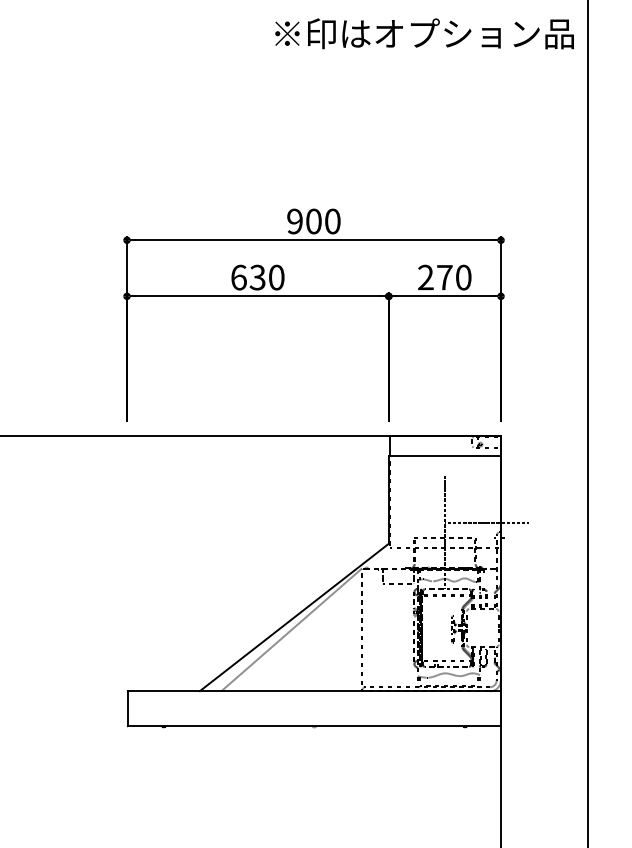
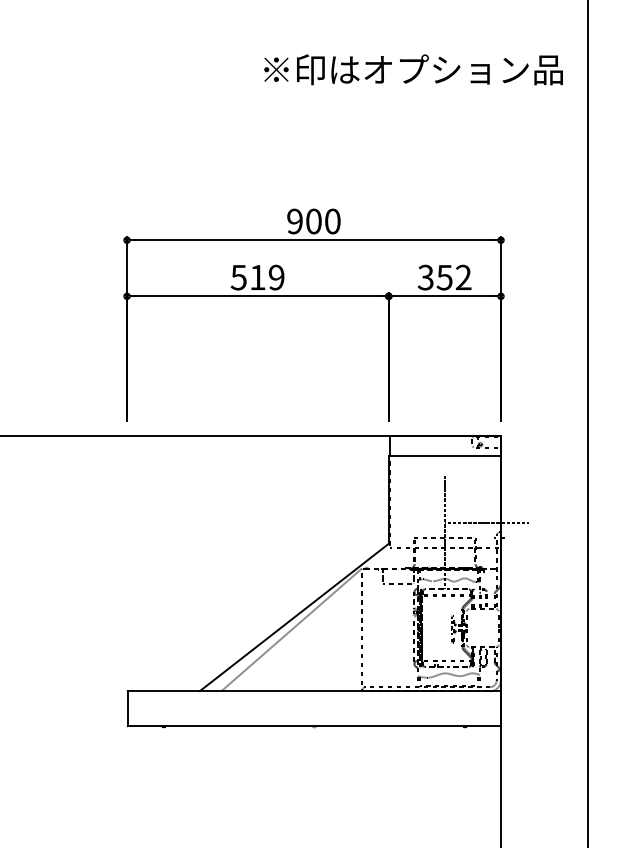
text at (424, 33) position: (424, 33) -> (413, 69)
text at (257, 277): 630 -> 519
text at (444, 277): 270 -> 352
